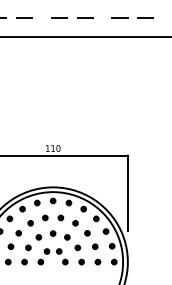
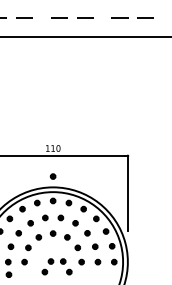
part at (52, 176): none -> present
part at (52, 256) position: (52, 256) -> (56, 266)
part at (8, 274): none -> present
